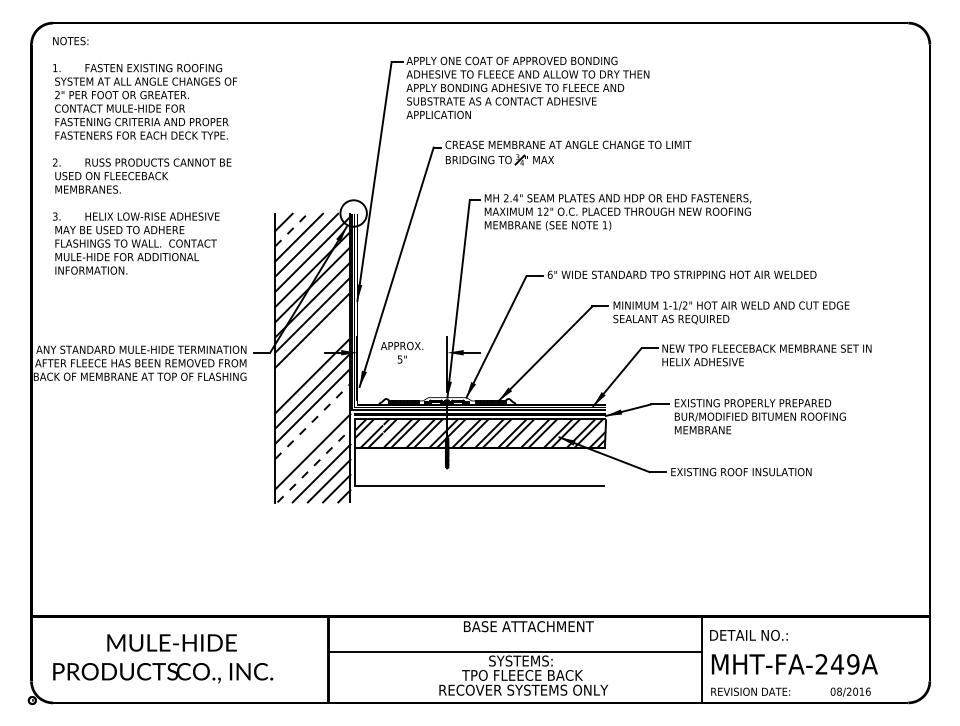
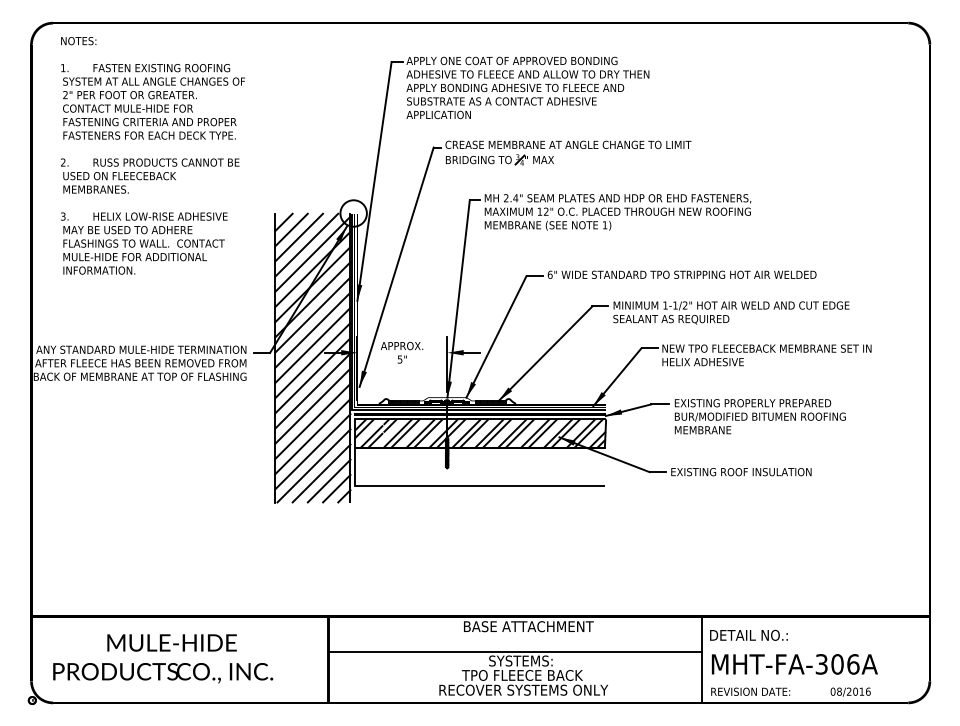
text at (144, 155) position: (144, 155) -> (152, 155)
line at (291, 229): dashed -> solid
line at (312, 345): none -> present
line at (312, 360): none -> present
line at (313, 421): dashed -> solid
line at (312, 436): none -> present
line at (313, 465): dashed -> solid
text at (837, 664): MHT-FA-249A -> MHT-FA-306A
